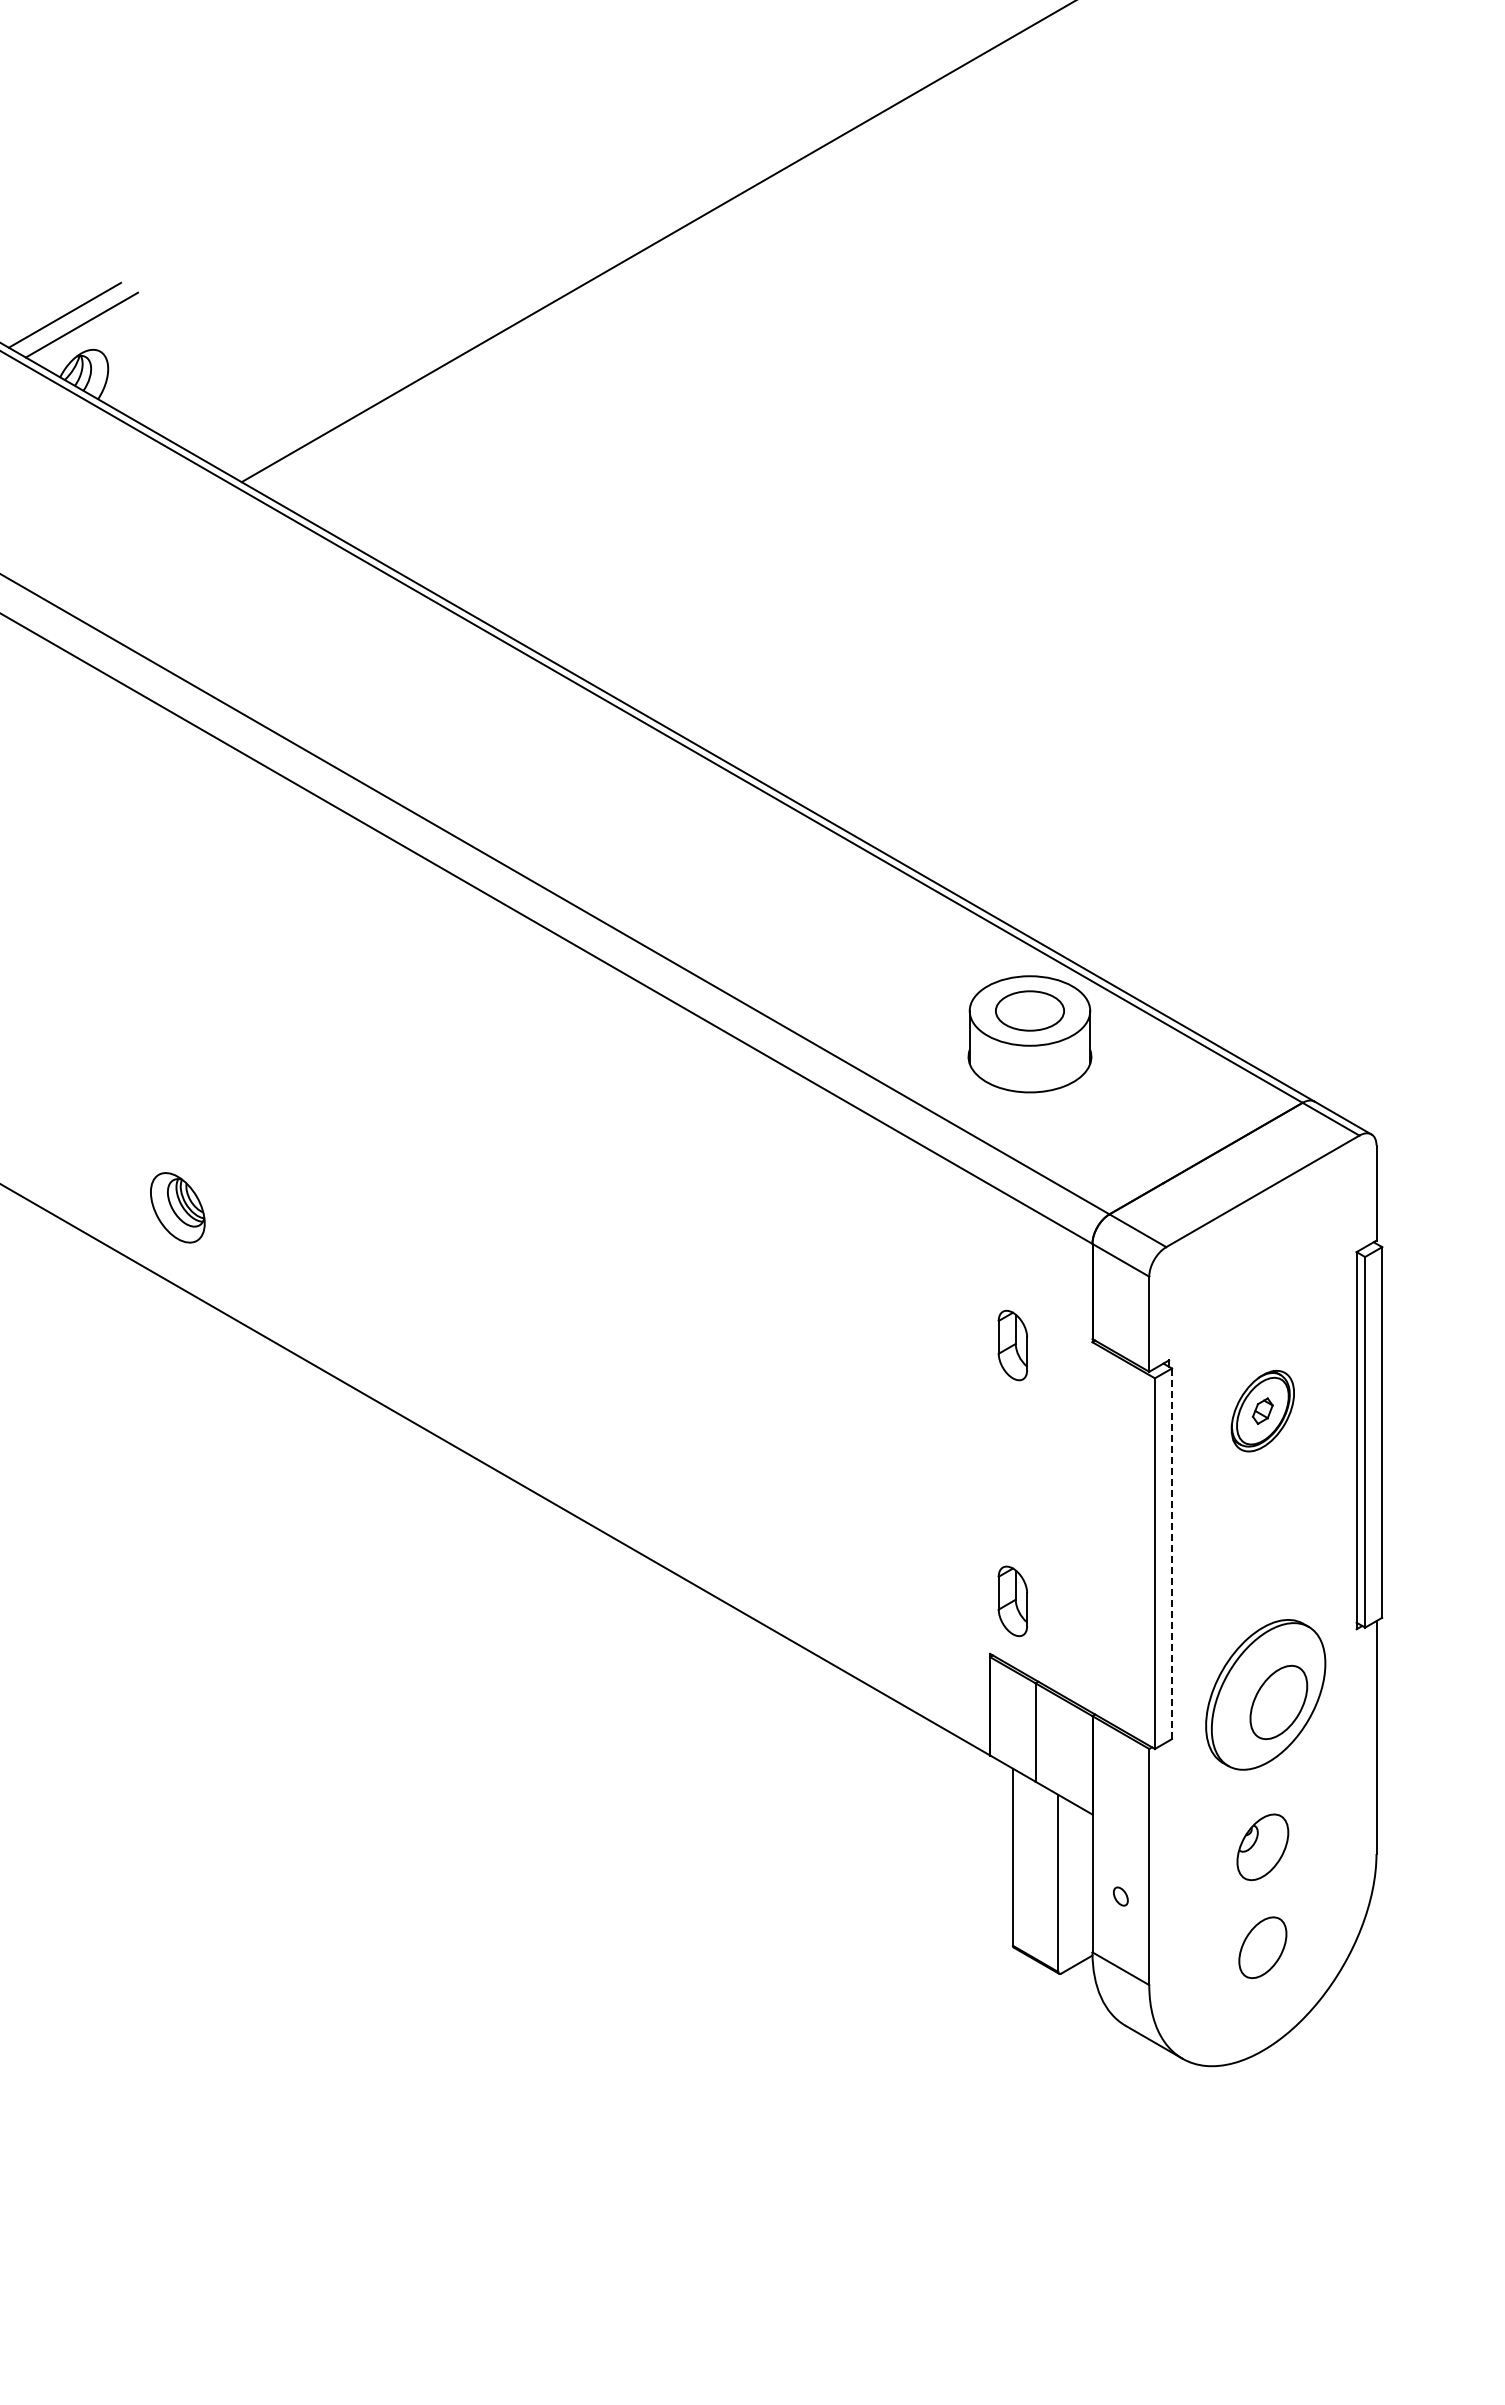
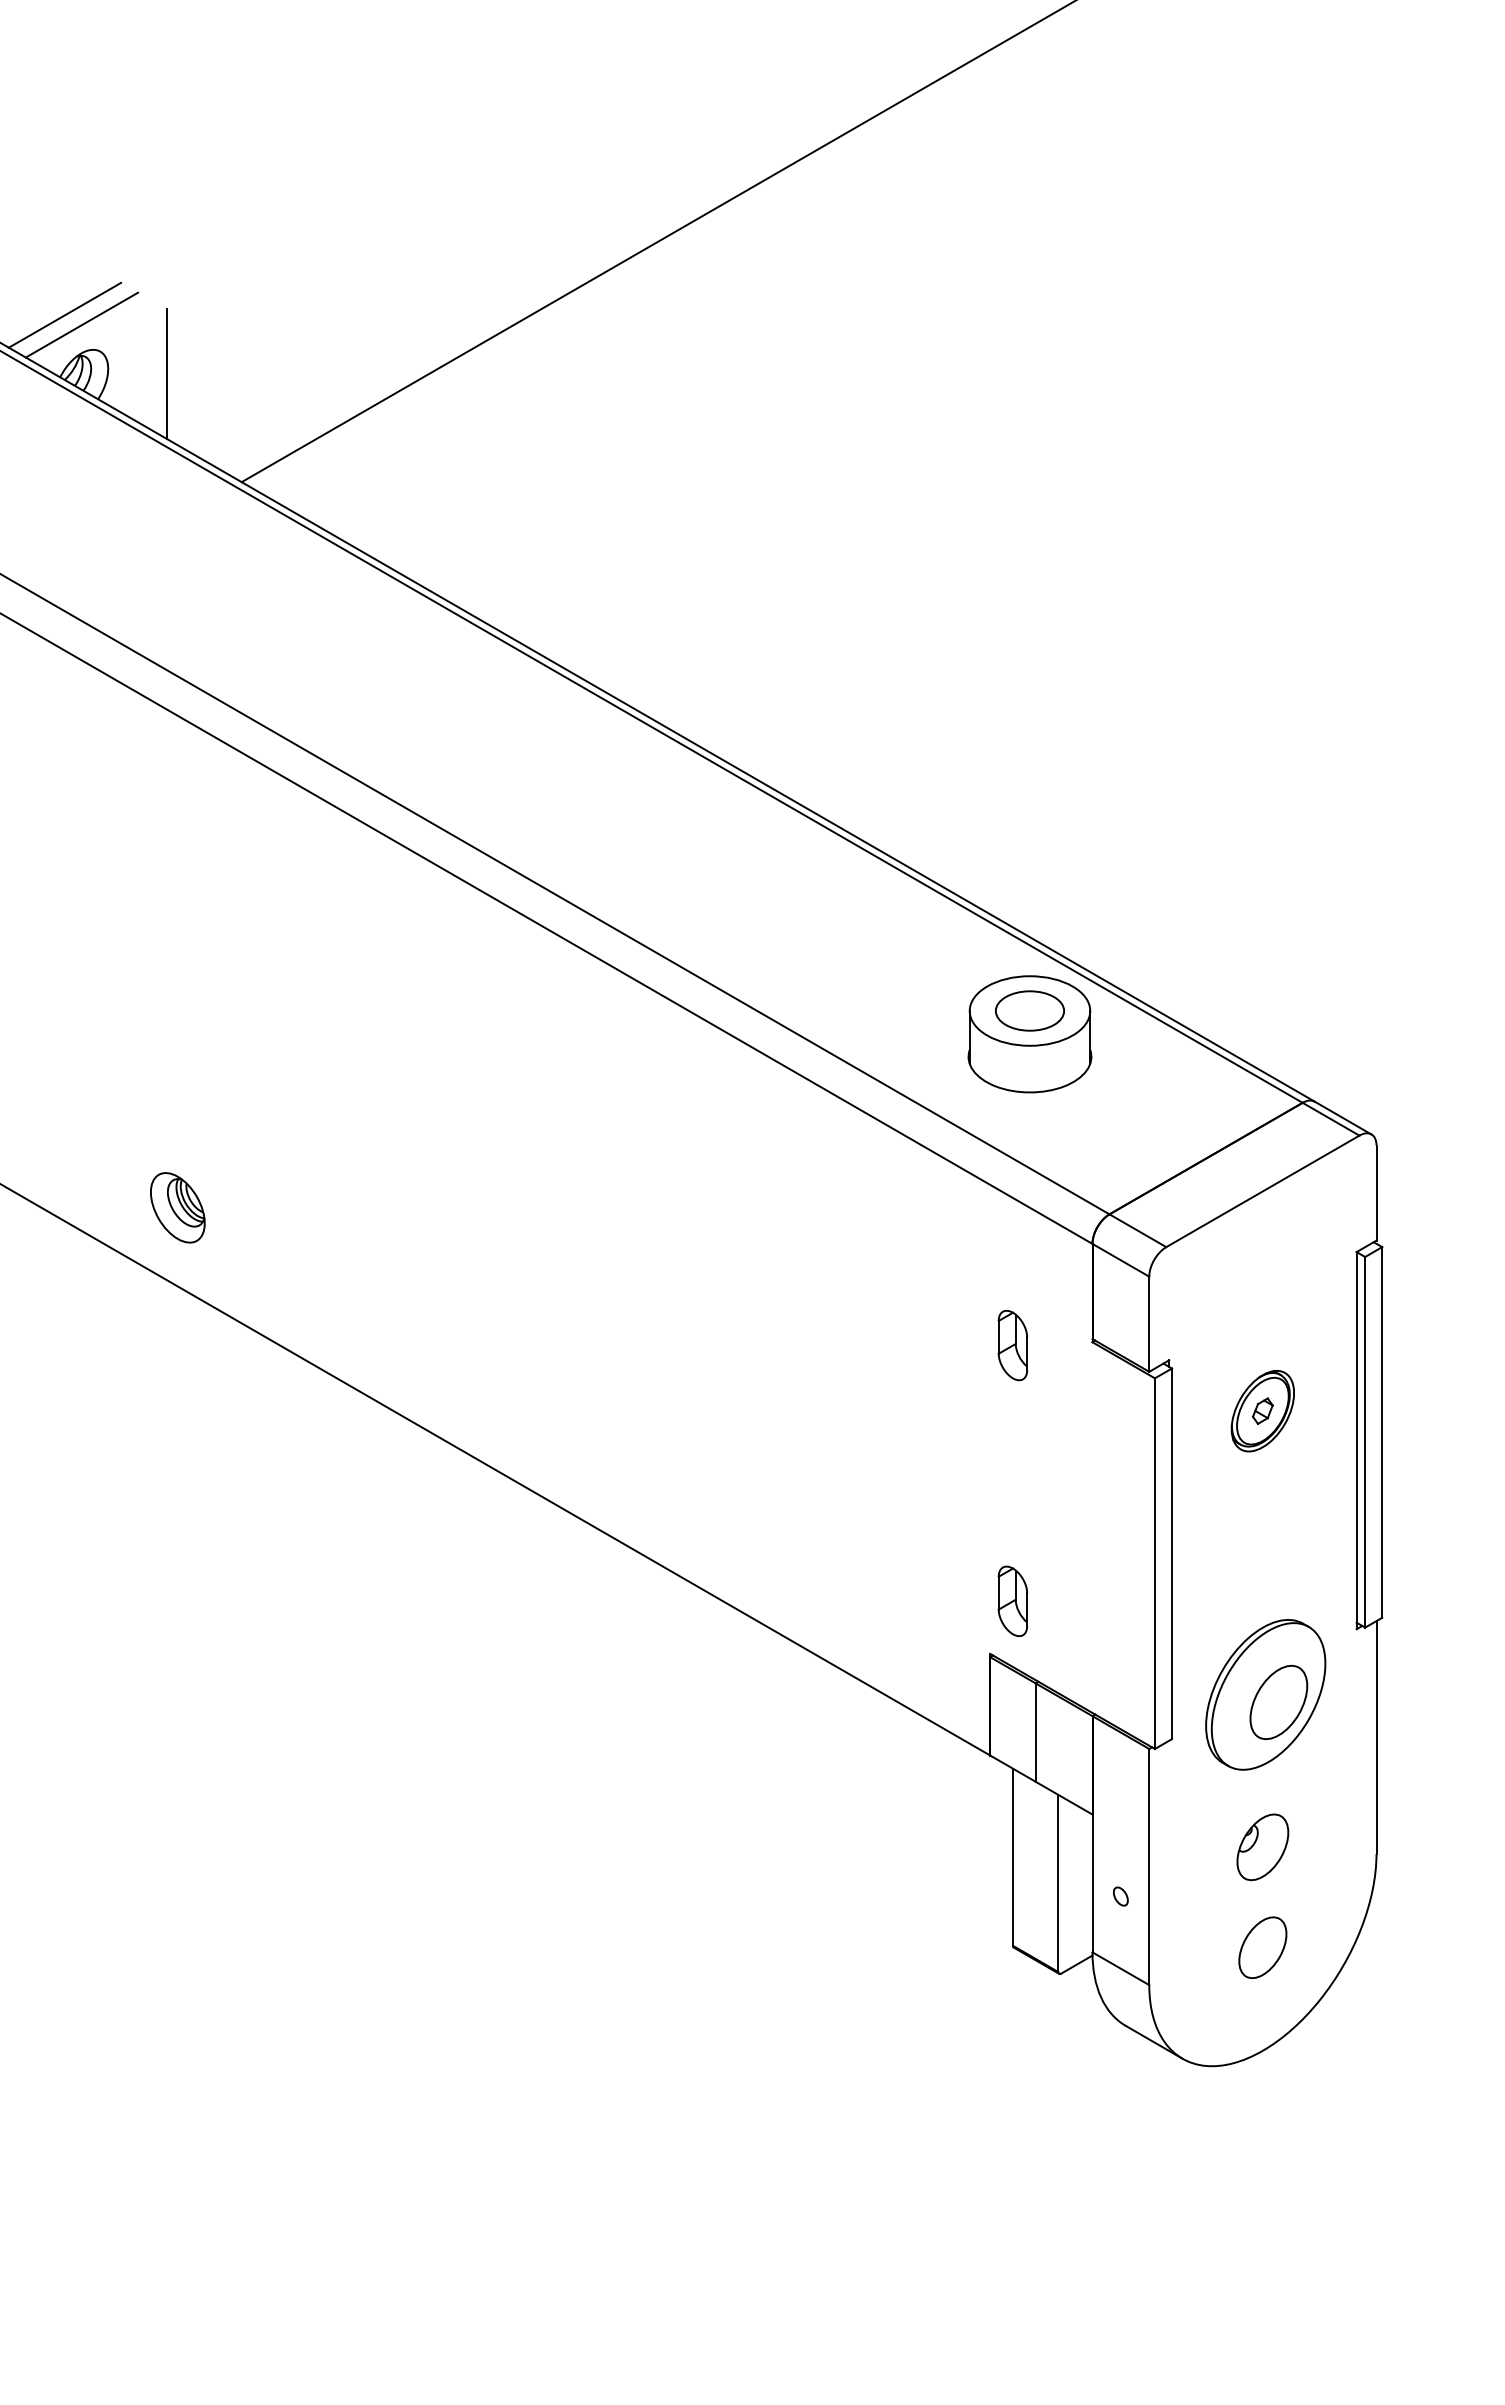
line at (166, 373): none -> present
line at (1172, 1553): dashed -> solid
